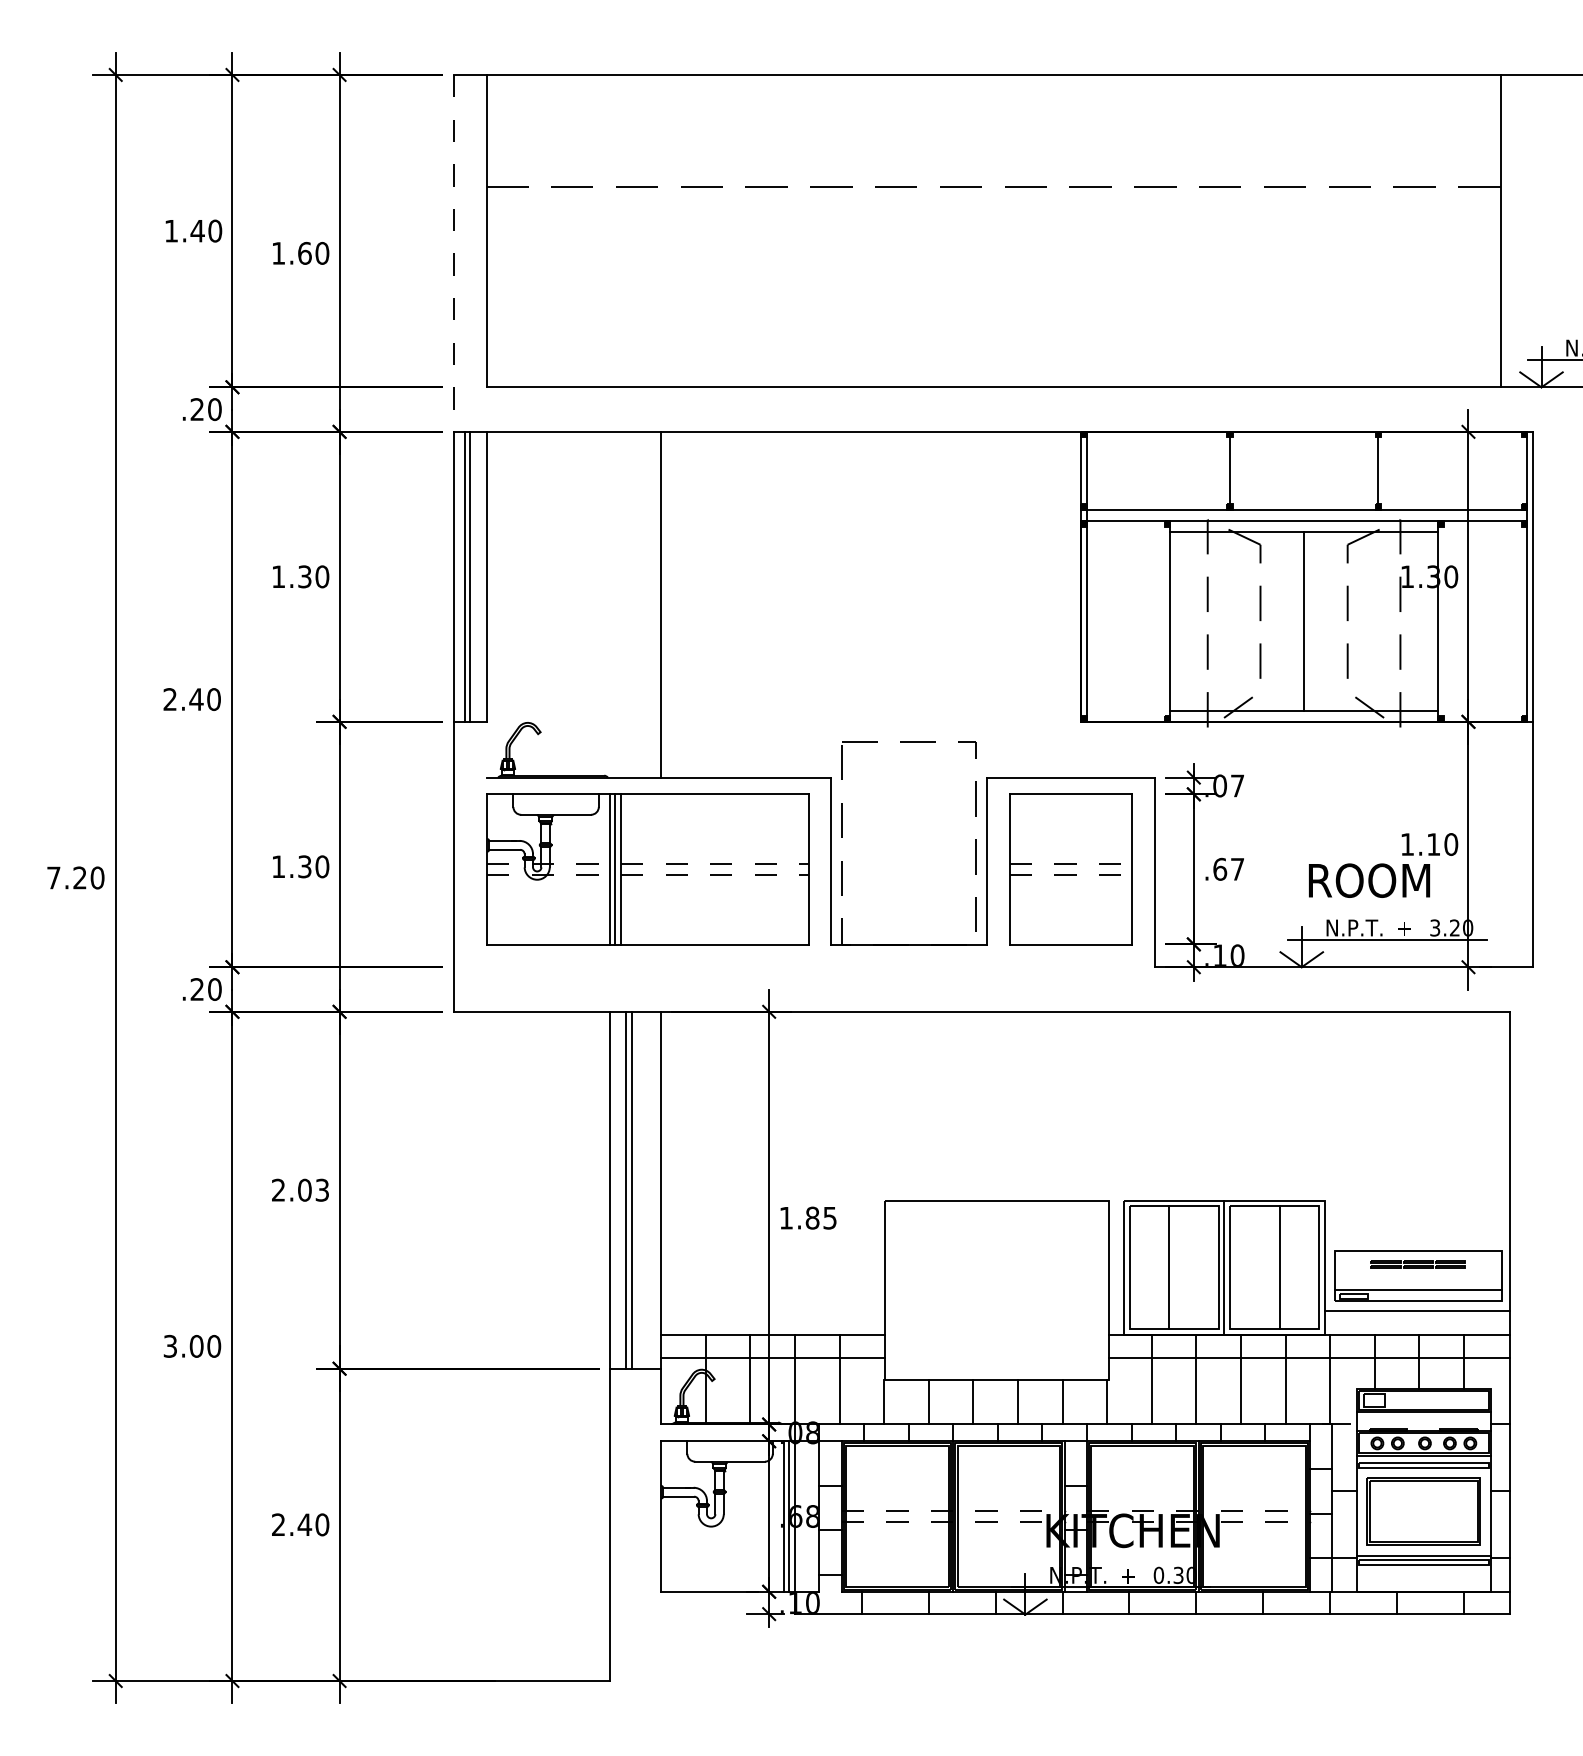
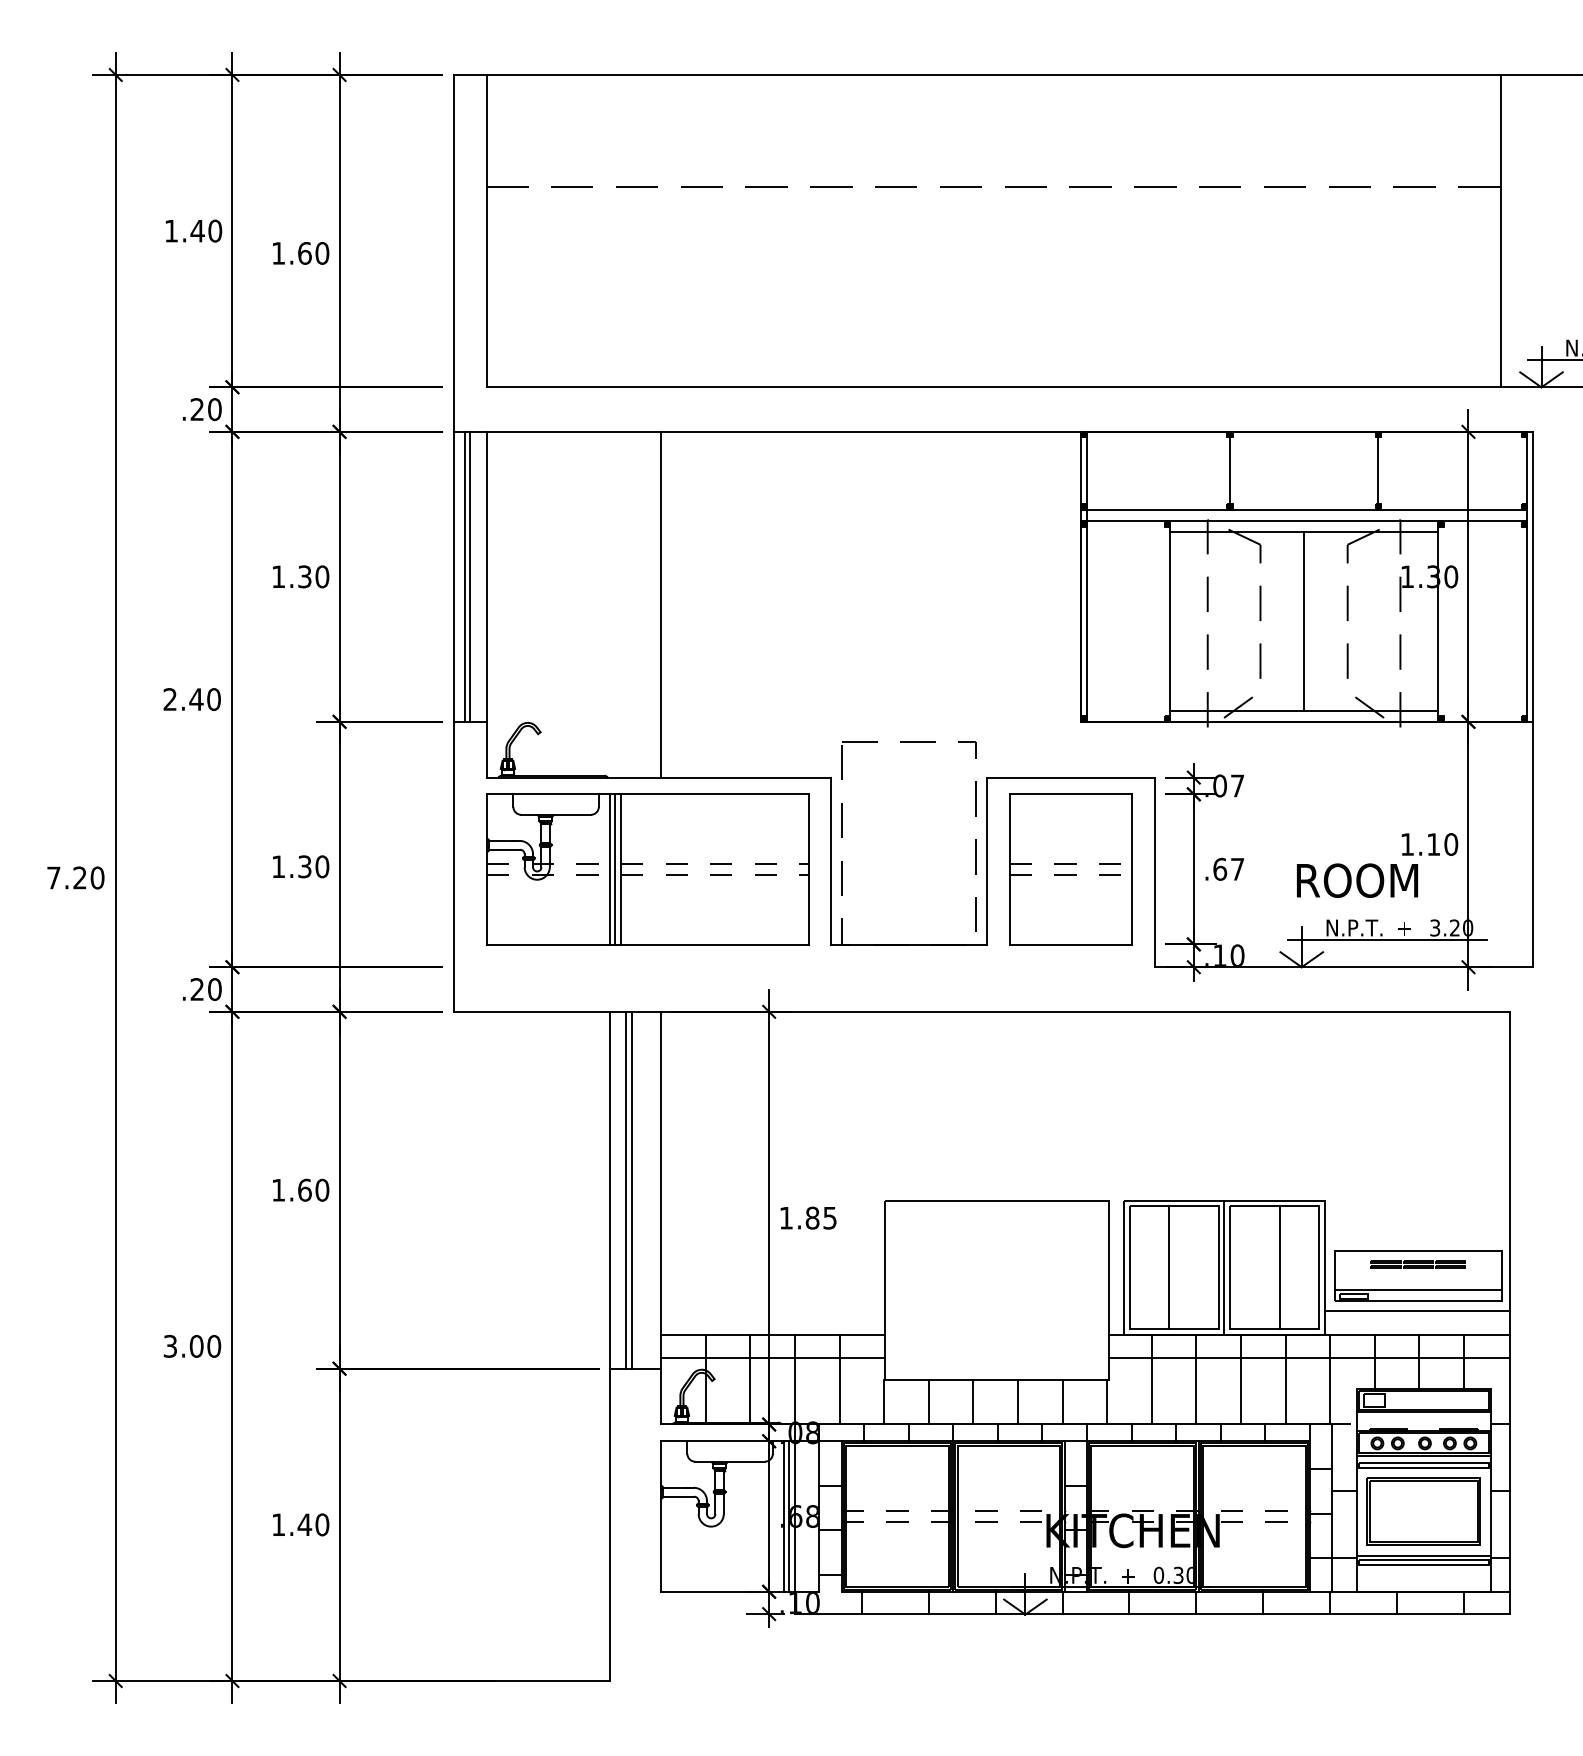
line at (453, 253): dashed -> solid
line at (487, 749): none -> present
text at (1369, 880) position: (1369, 880) -> (1357, 880)
text at (300, 1189): 2.03 -> 1.60
text at (278, 1524): 2.40 -> 1.40
